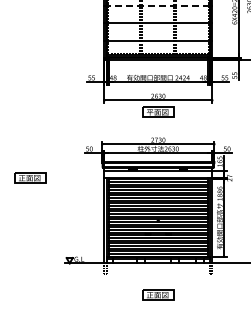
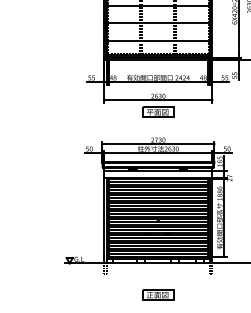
line at (158, 6): dashed -> solid
part at (30, 177): present -> none
